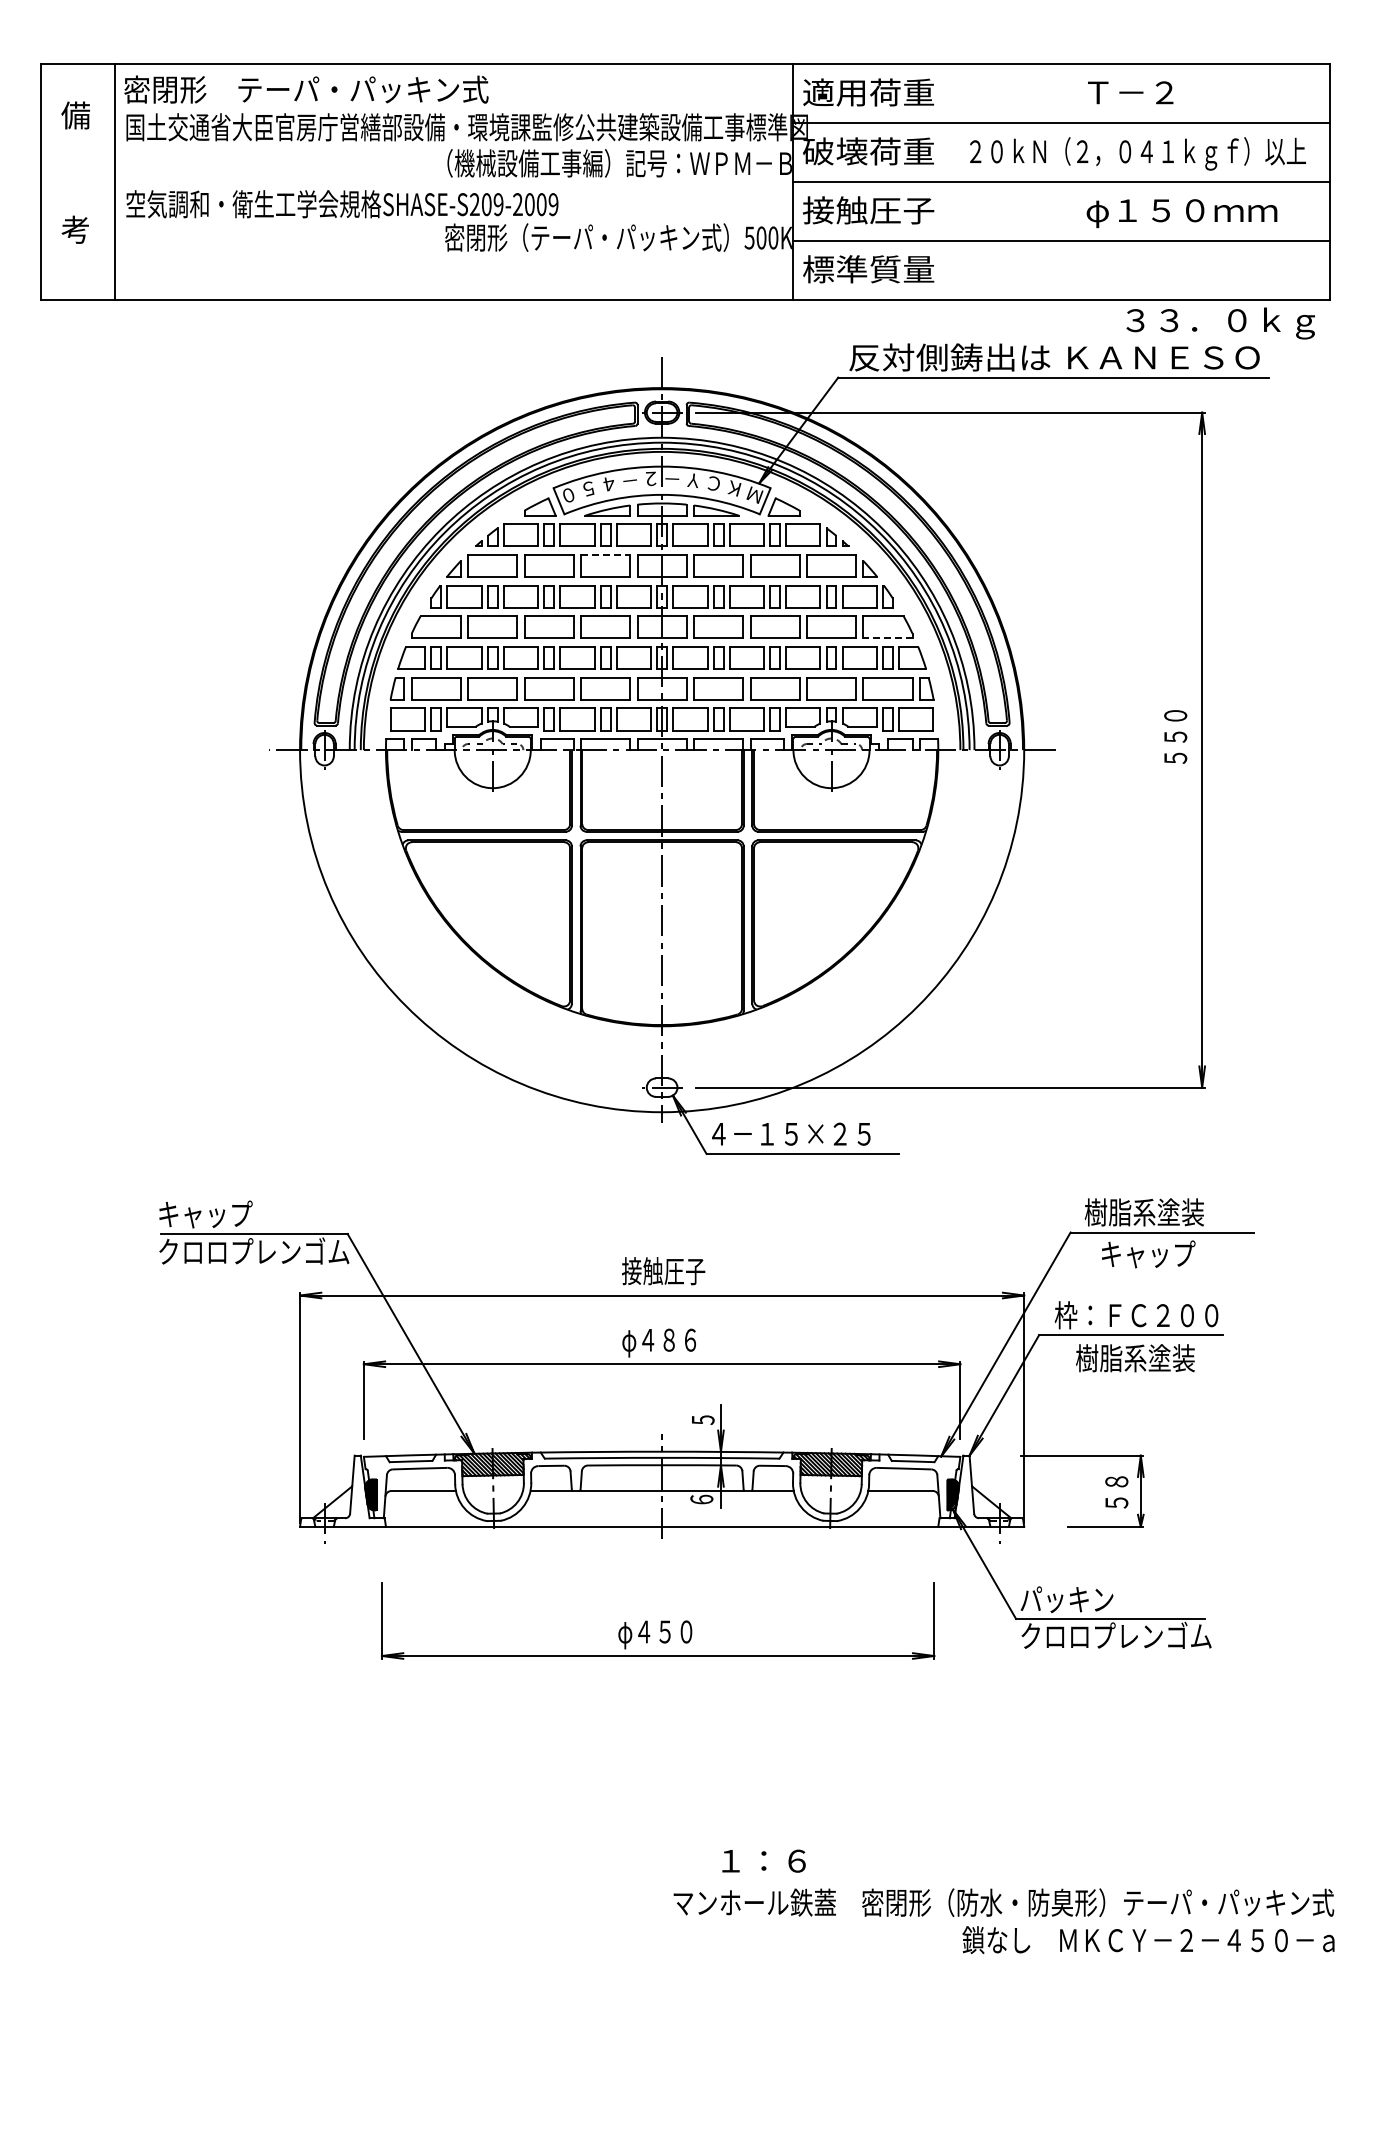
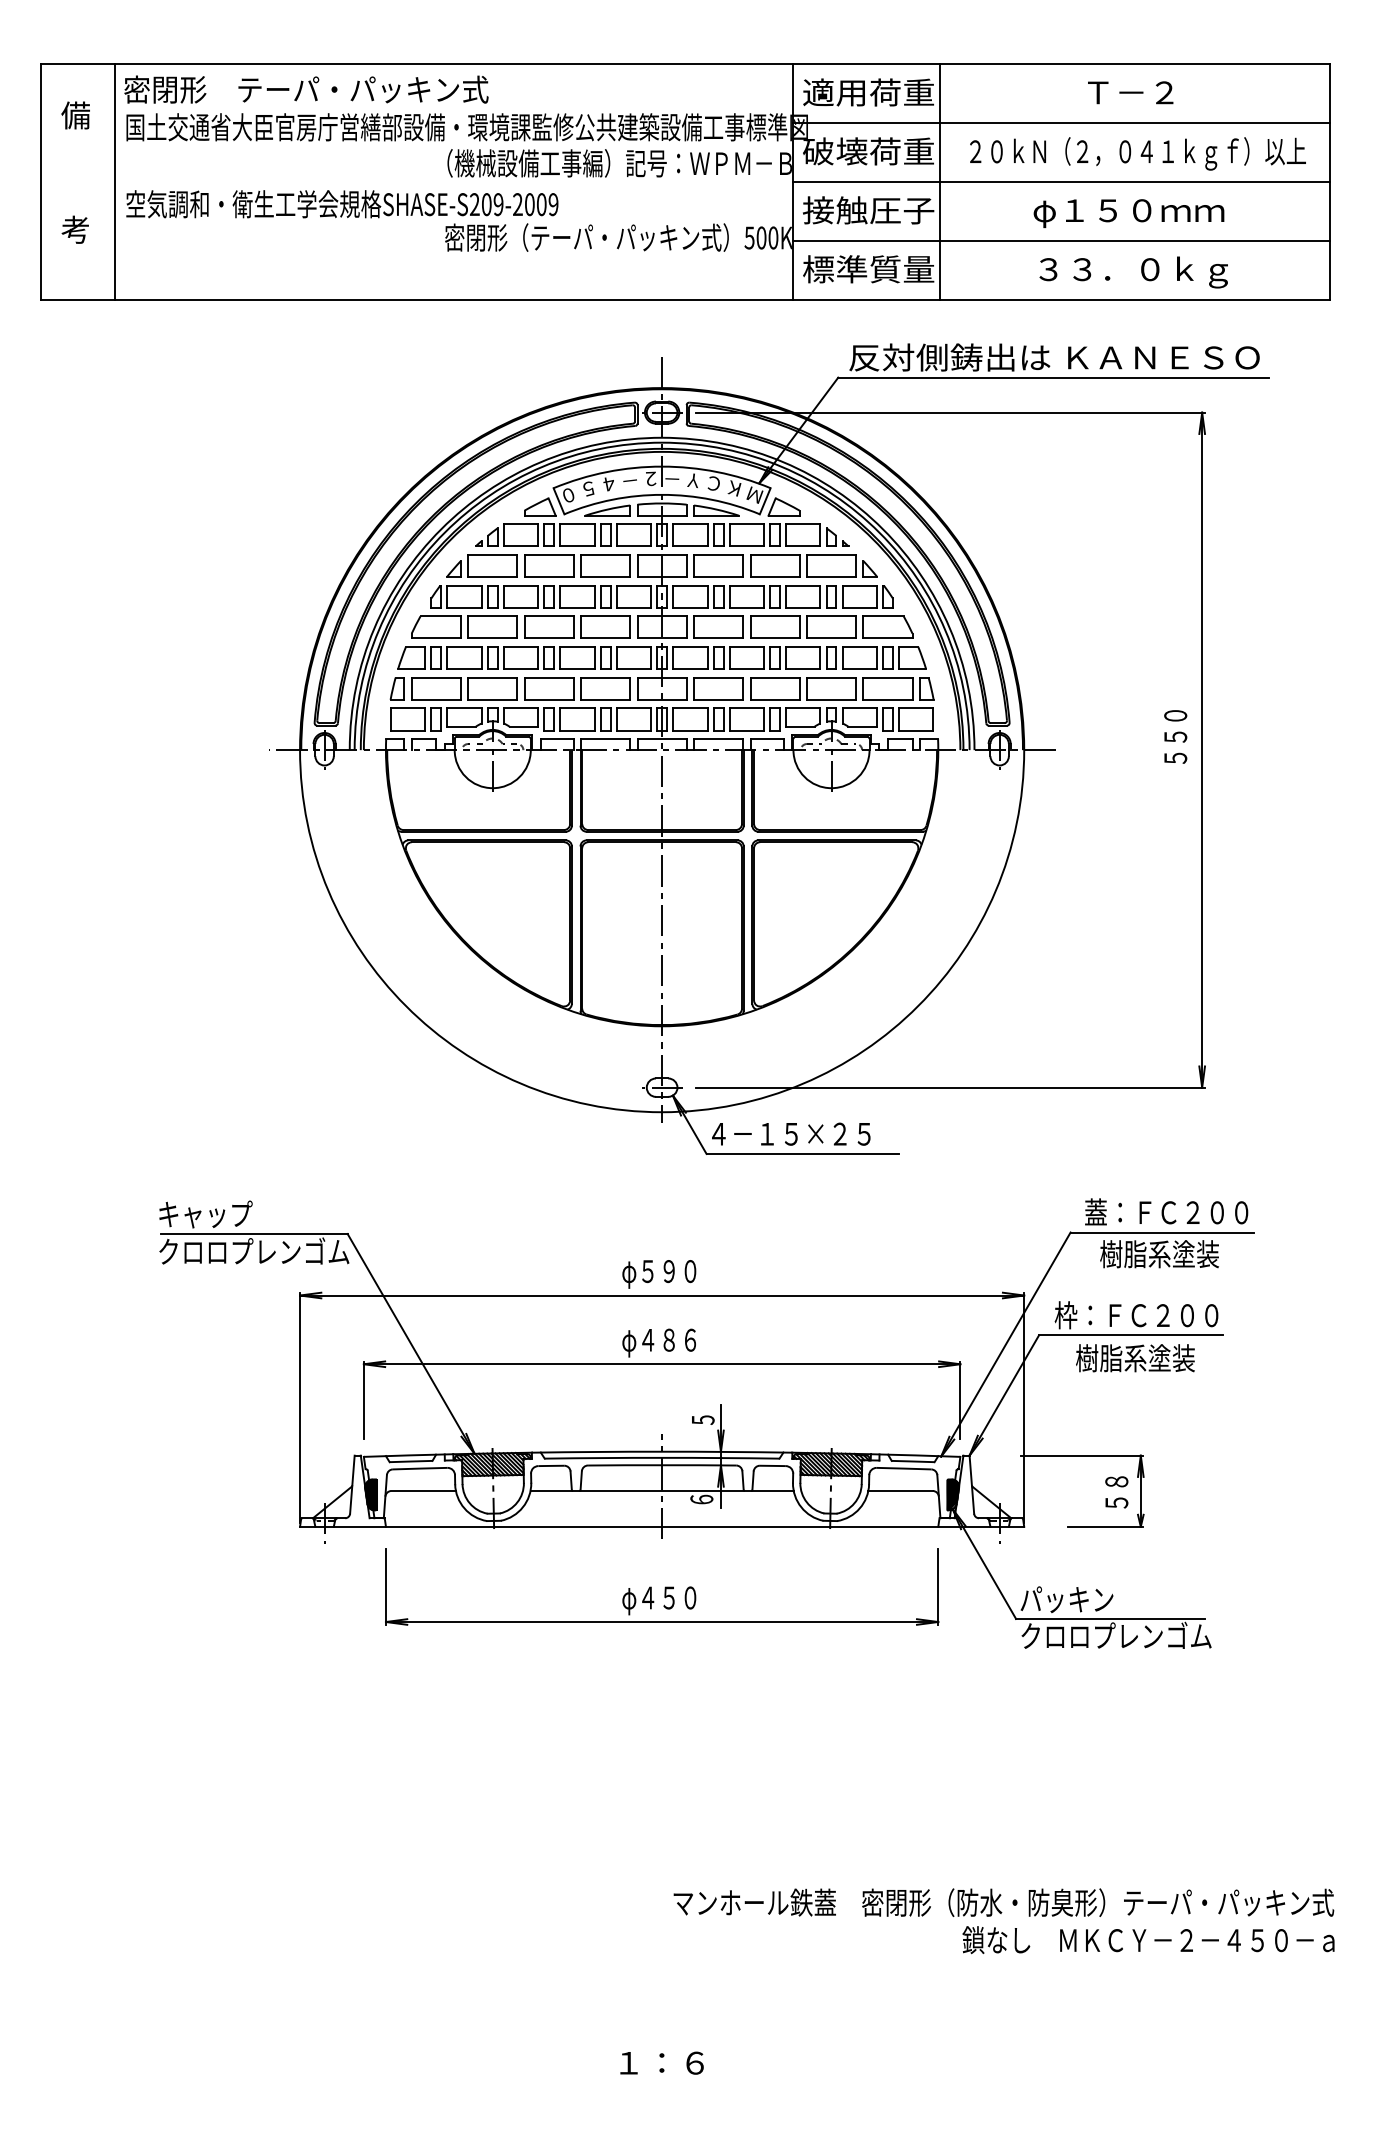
line at (939, 181): none -> present
text at (1181, 213) position: (1181, 213) -> (1128, 213)
text at (1220, 323) position: (1220, 323) -> (1133, 272)
line at (605, 555): dashed -> solid
line at (887, 638): dashed -> solid
text at (1166, 1212): 樹脂系塗装 -> 蓋：ＦＣ２００
text at (1159, 1254): キャップ -> 樹脂系塗装
text at (663, 1272): 接触圧子 -> φ５９０
part at (658, 1620) position: (658, 1620) -> (662, 1586)
text at (763, 1860) position: (763, 1860) -> (661, 2062)
